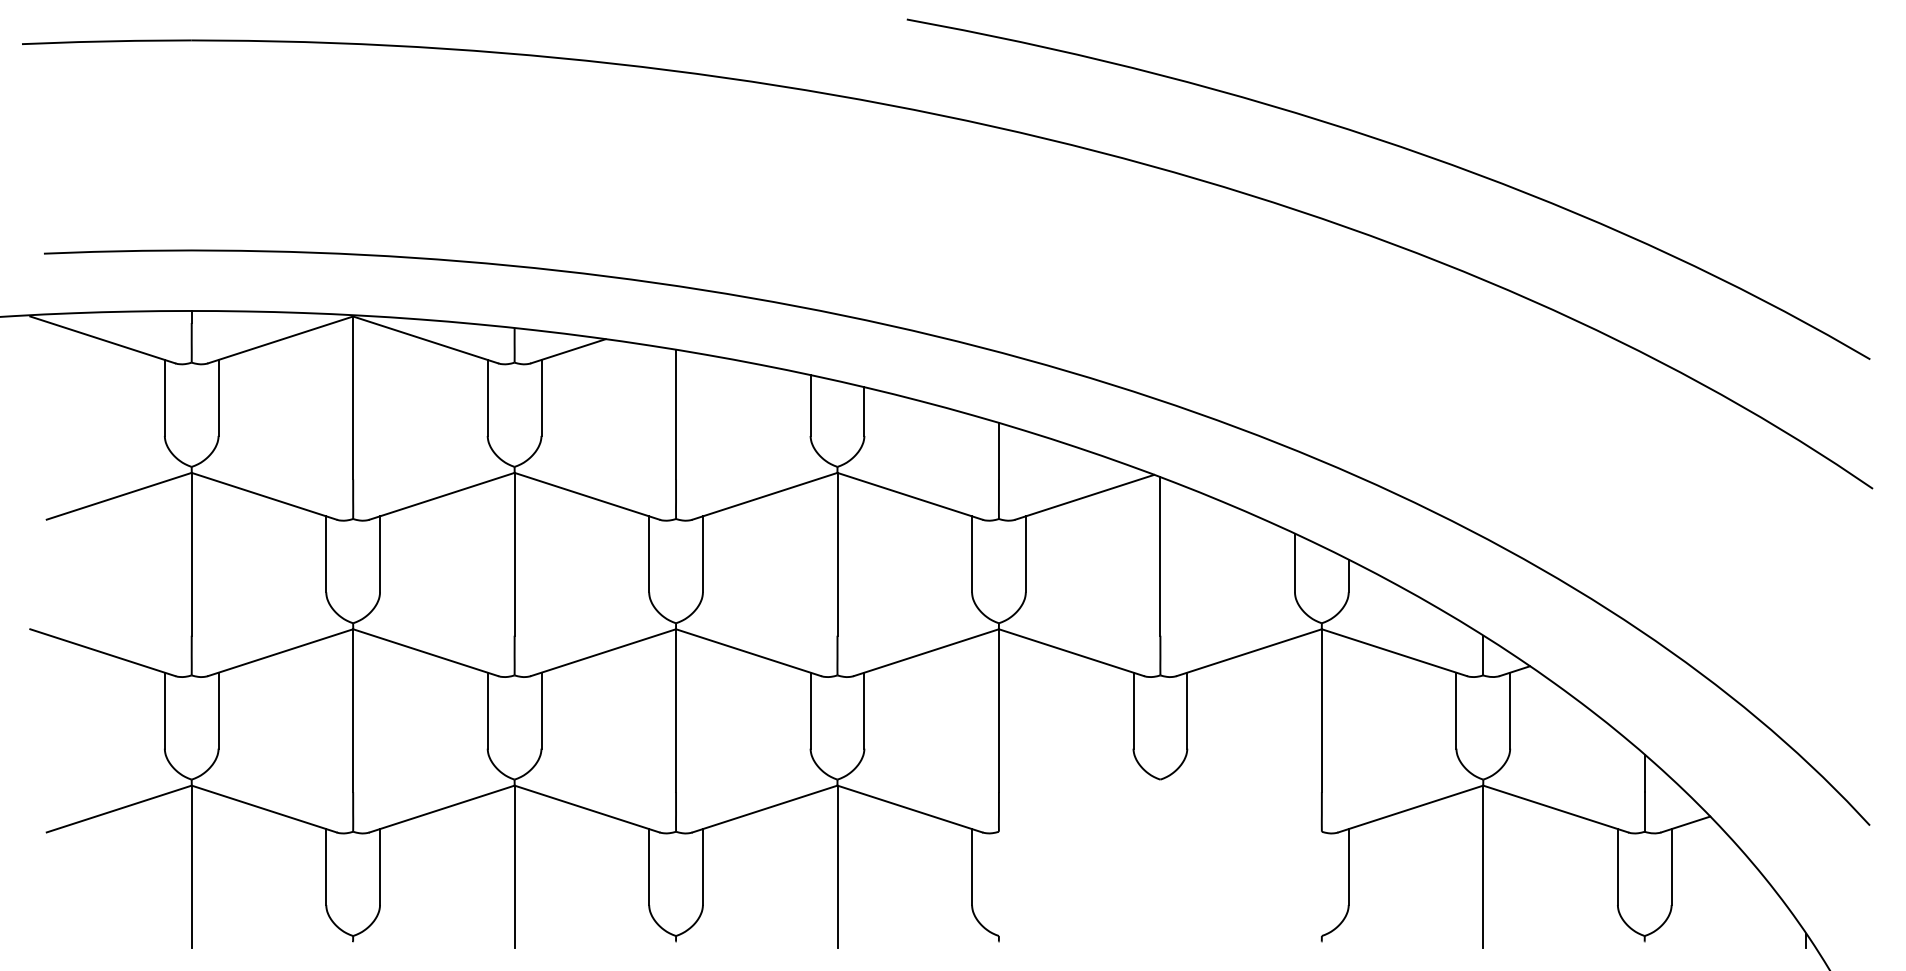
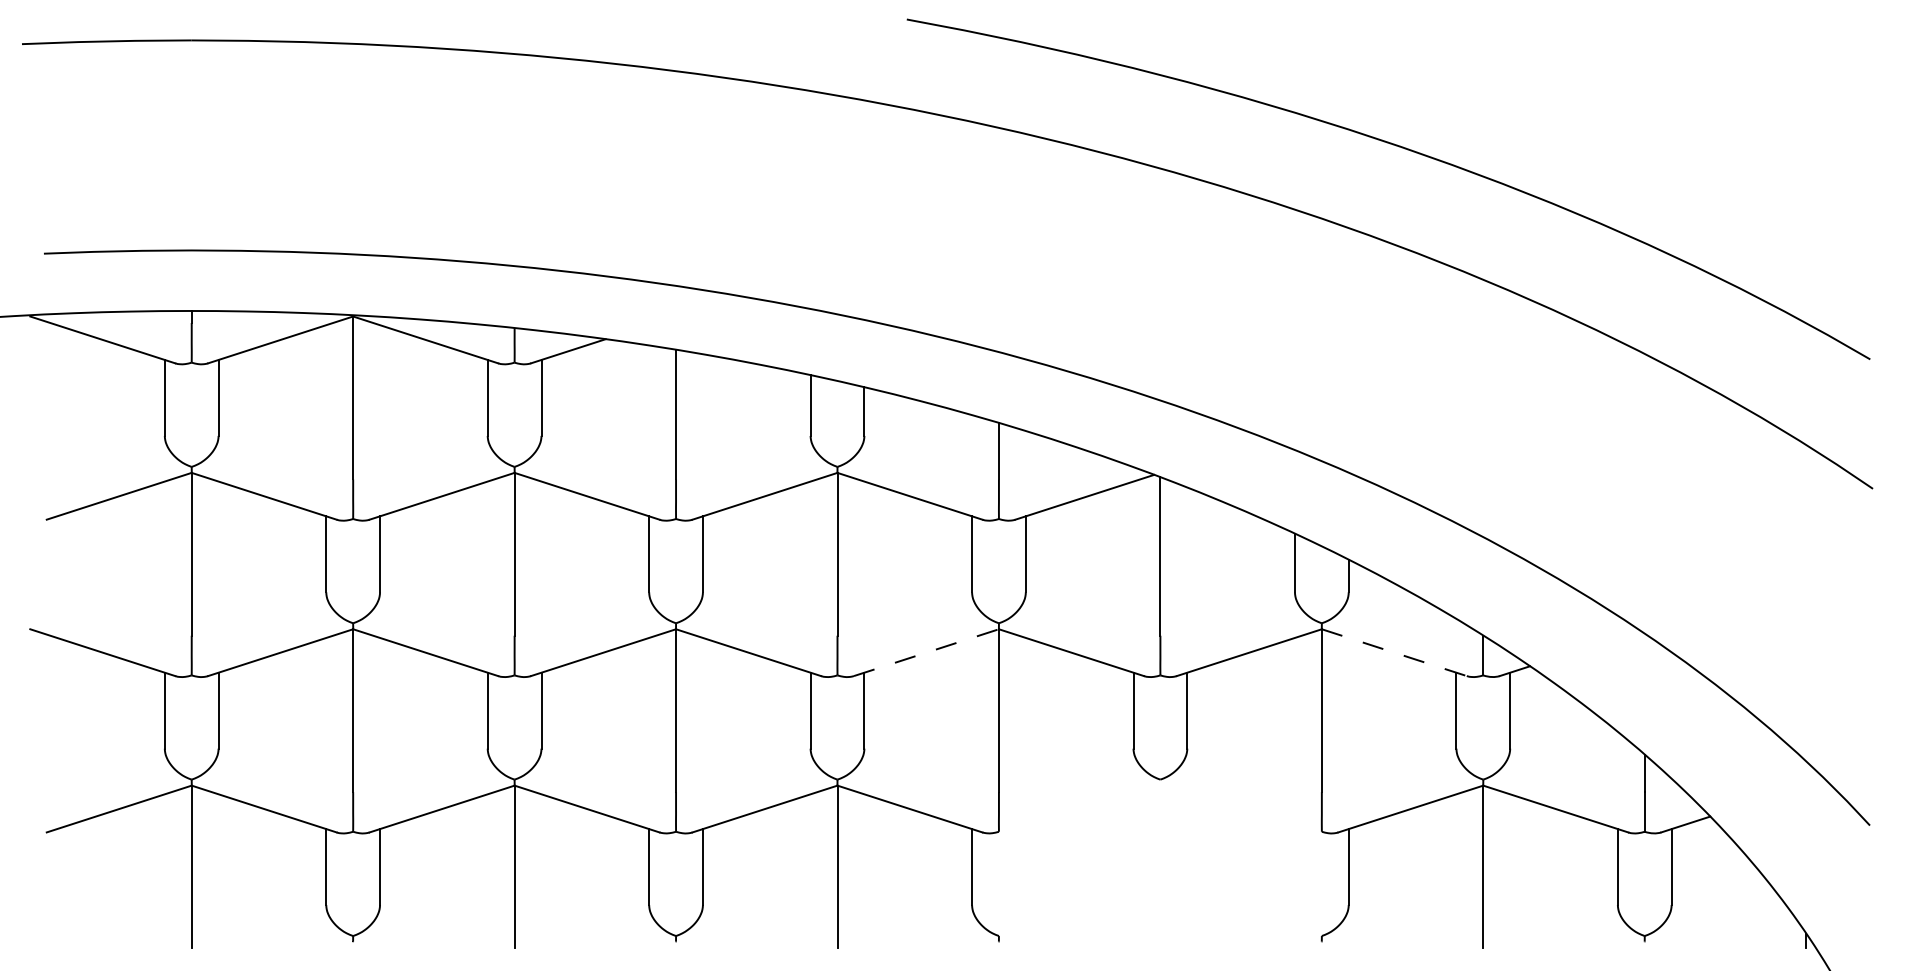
line at (926, 652): solid -> dashed
line at (1394, 652): solid -> dashed
